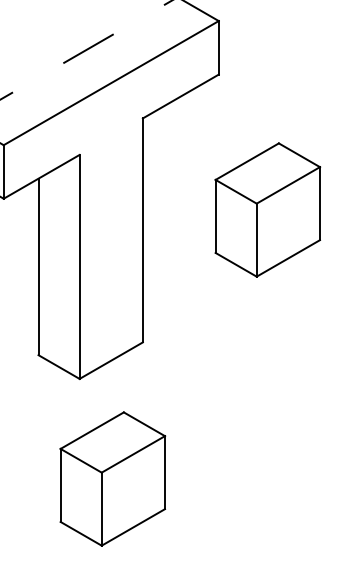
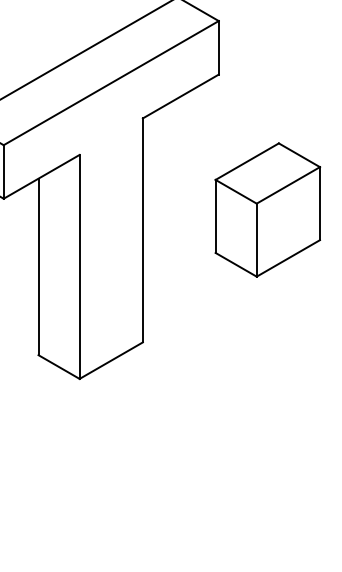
line at (86, 49): dashed -> solid
part at (112, 478): present -> none
